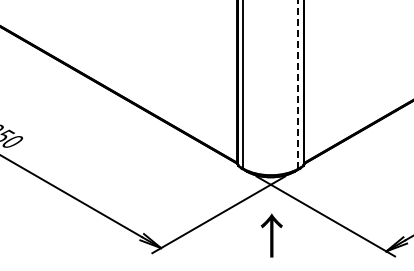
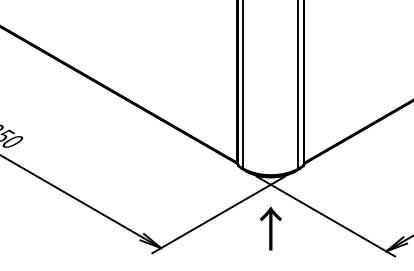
line at (298, 84): dashed -> solid
text at (271, 235) position: (271, 235) -> (270, 228)
